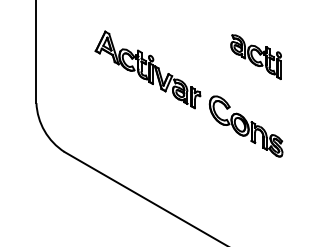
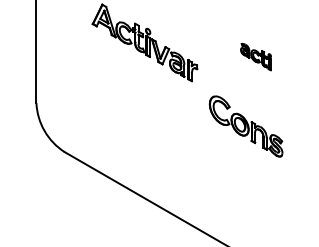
part at (255, 56) size: 52x46 px -> 32x29 px
part at (147, 69) position: (147, 69) -> (144, 42)
